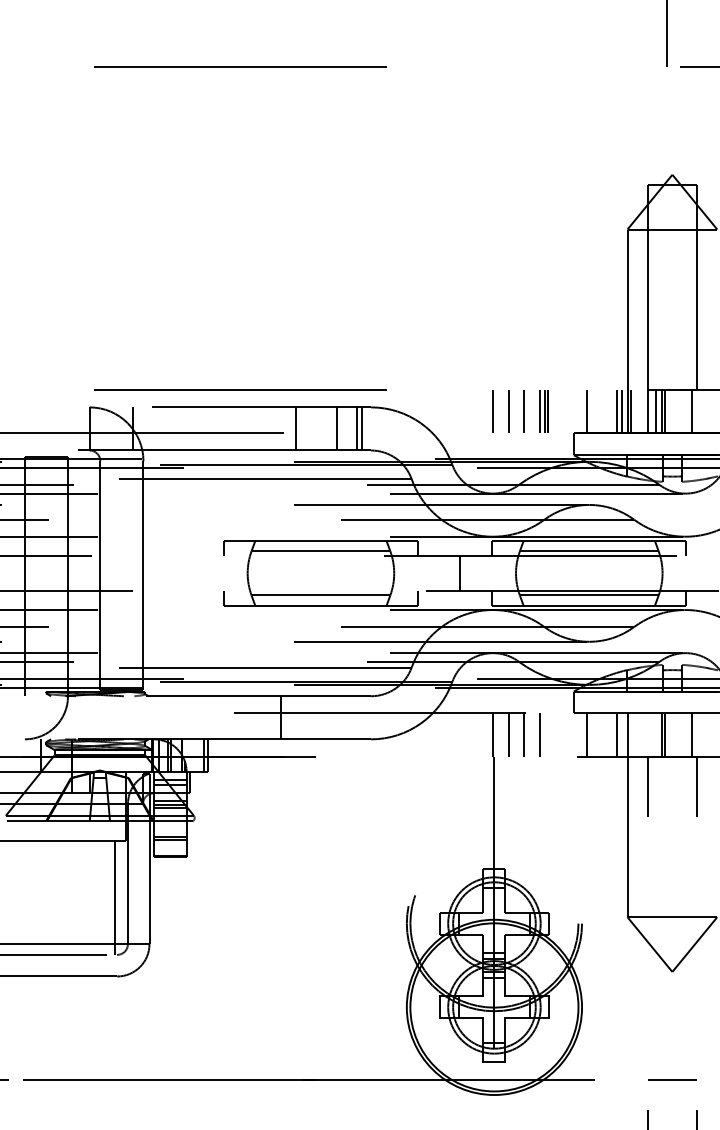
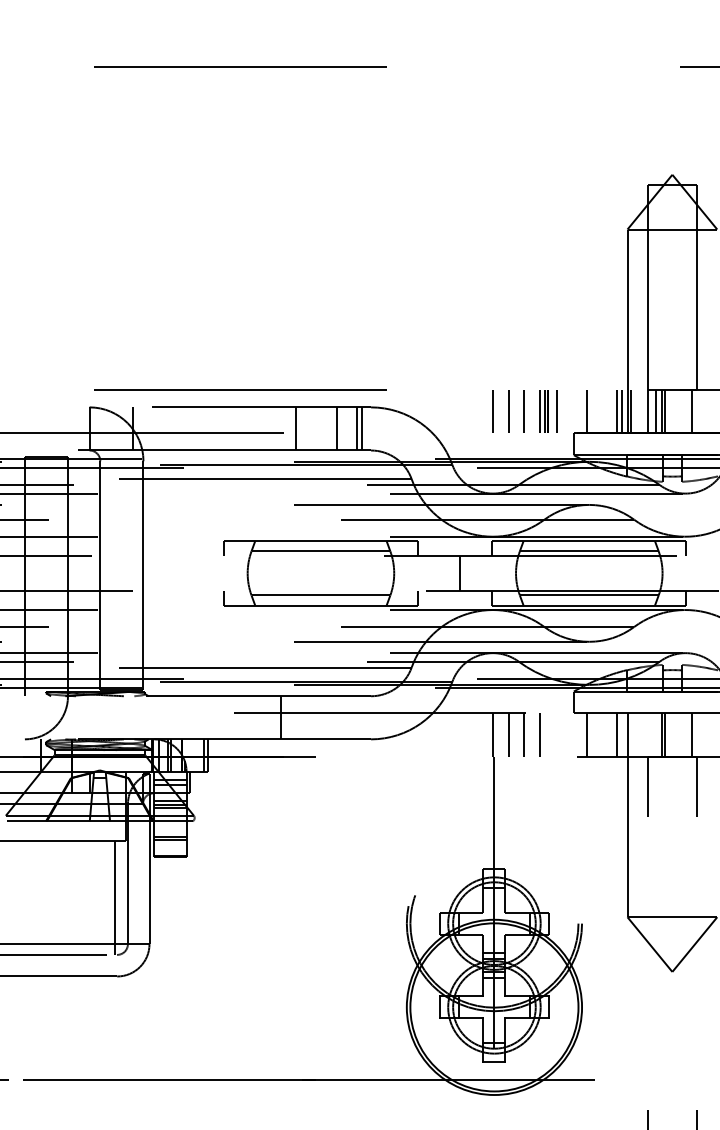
line at (667, 34): present -> none
line at (556, 411): none -> present
line at (672, 1079): present -> none
